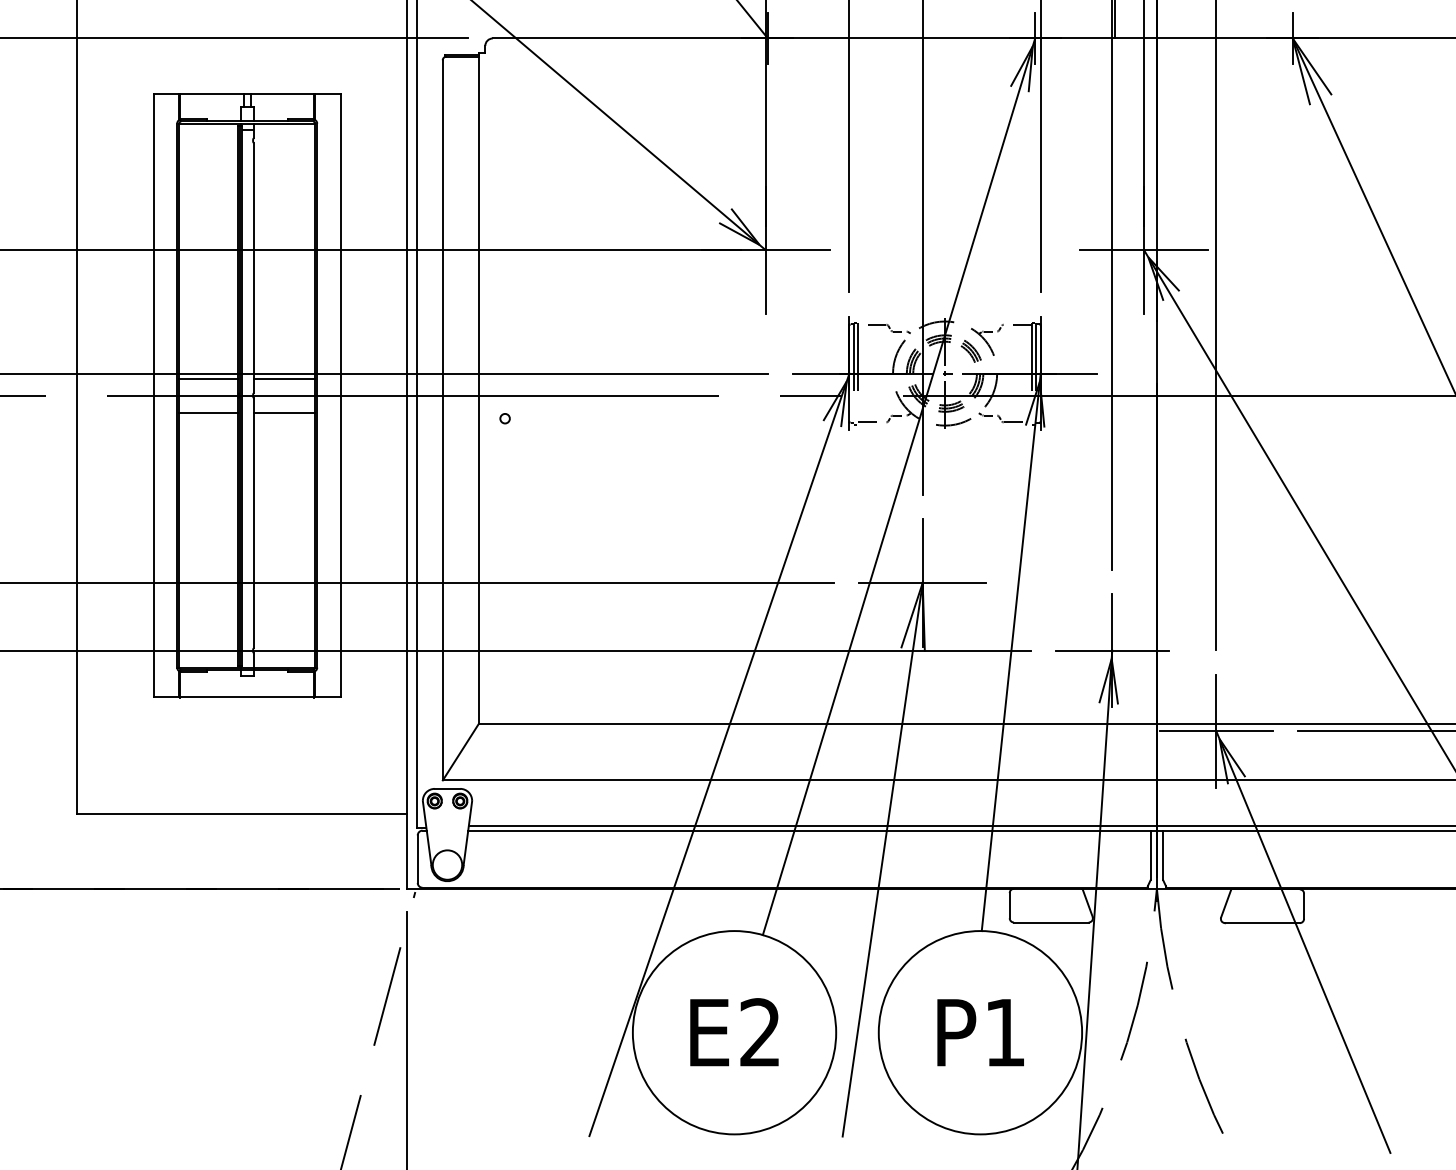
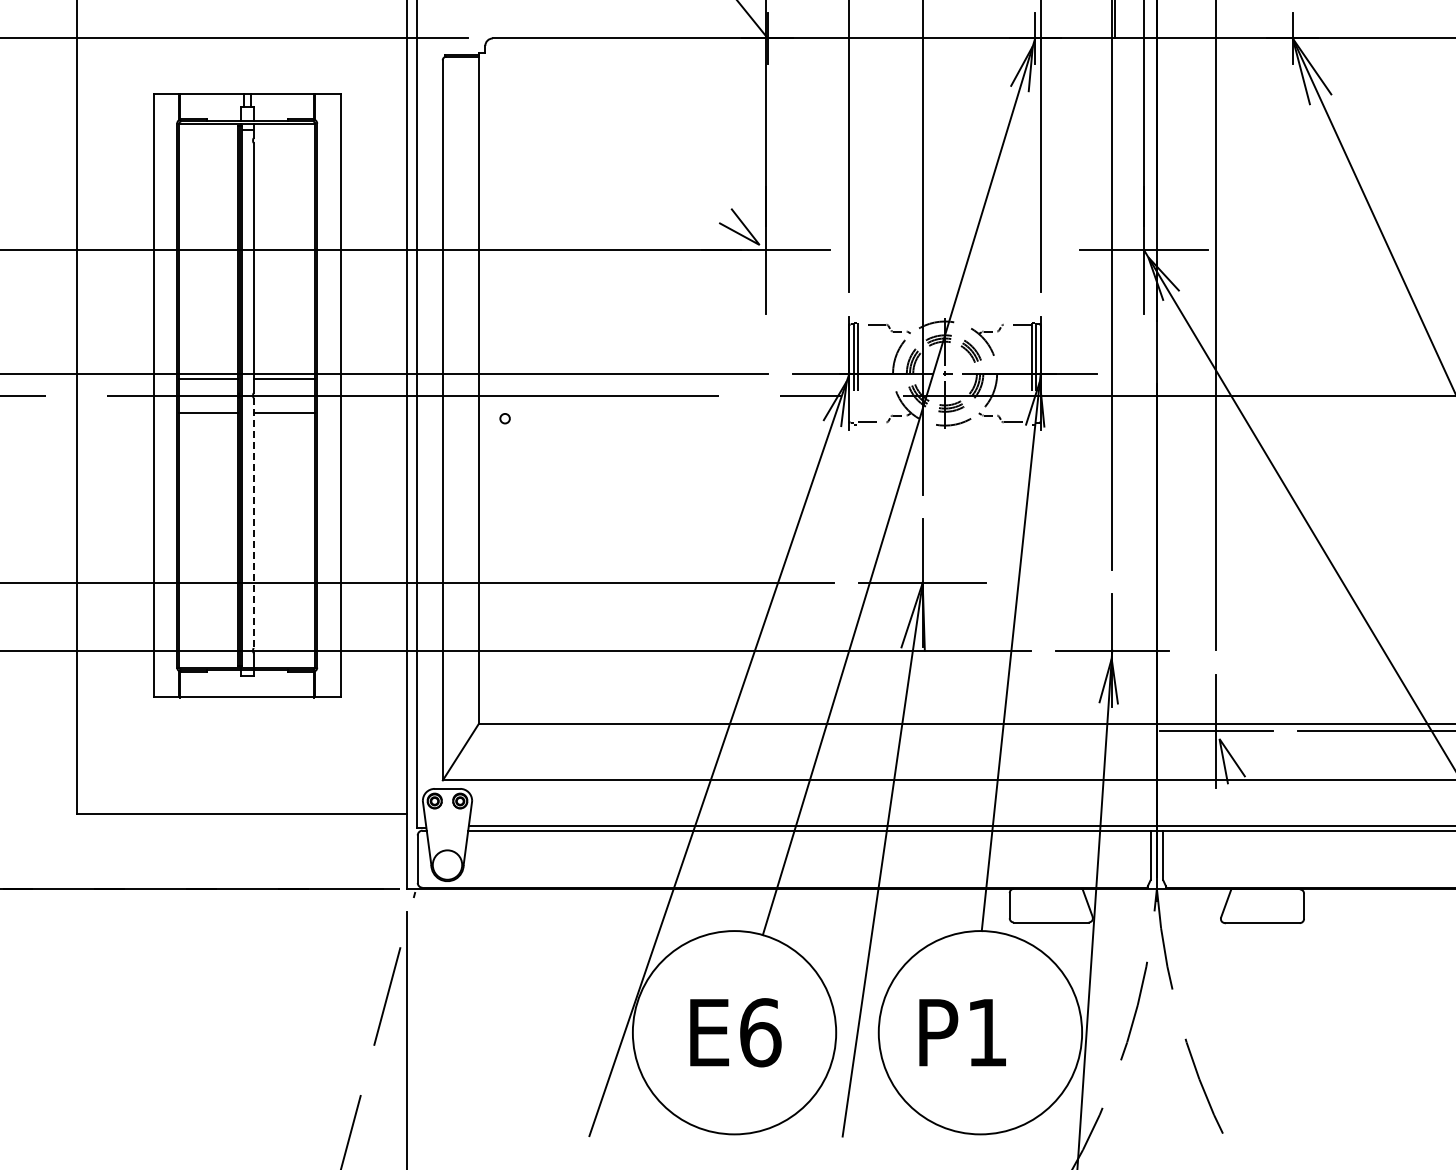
line at (619, 126): present -> none
line at (253, 523): solid -> dashed
line at (1303, 941): present -> none
text at (760, 1032): E2 -> E6
text at (980, 1032) position: (980, 1032) -> (962, 1032)
